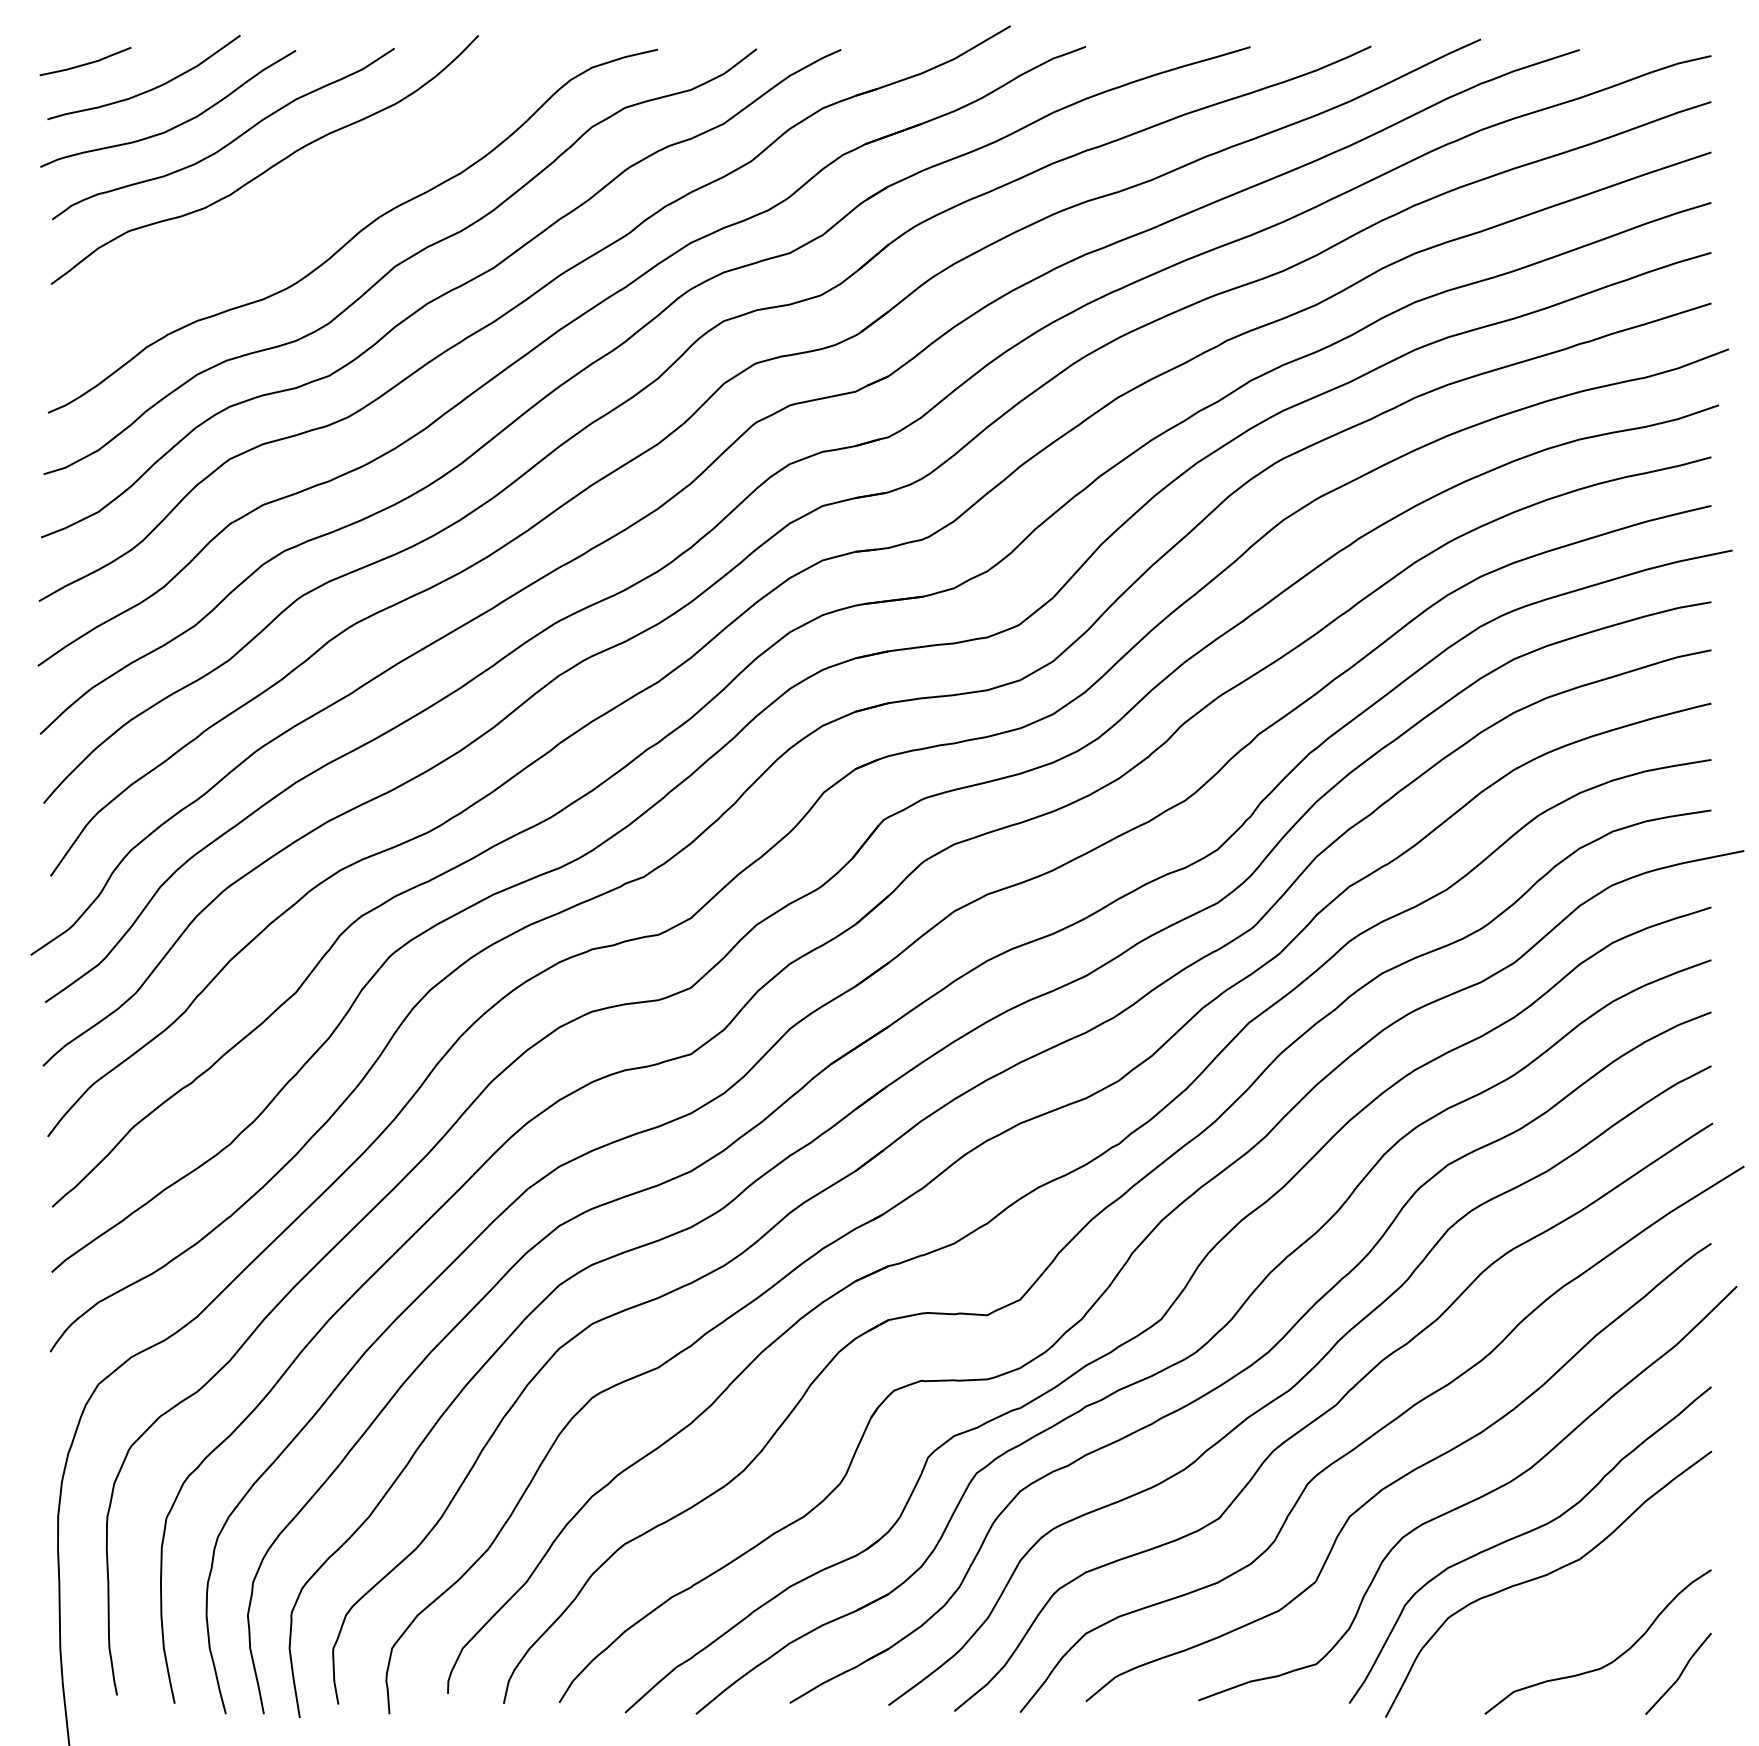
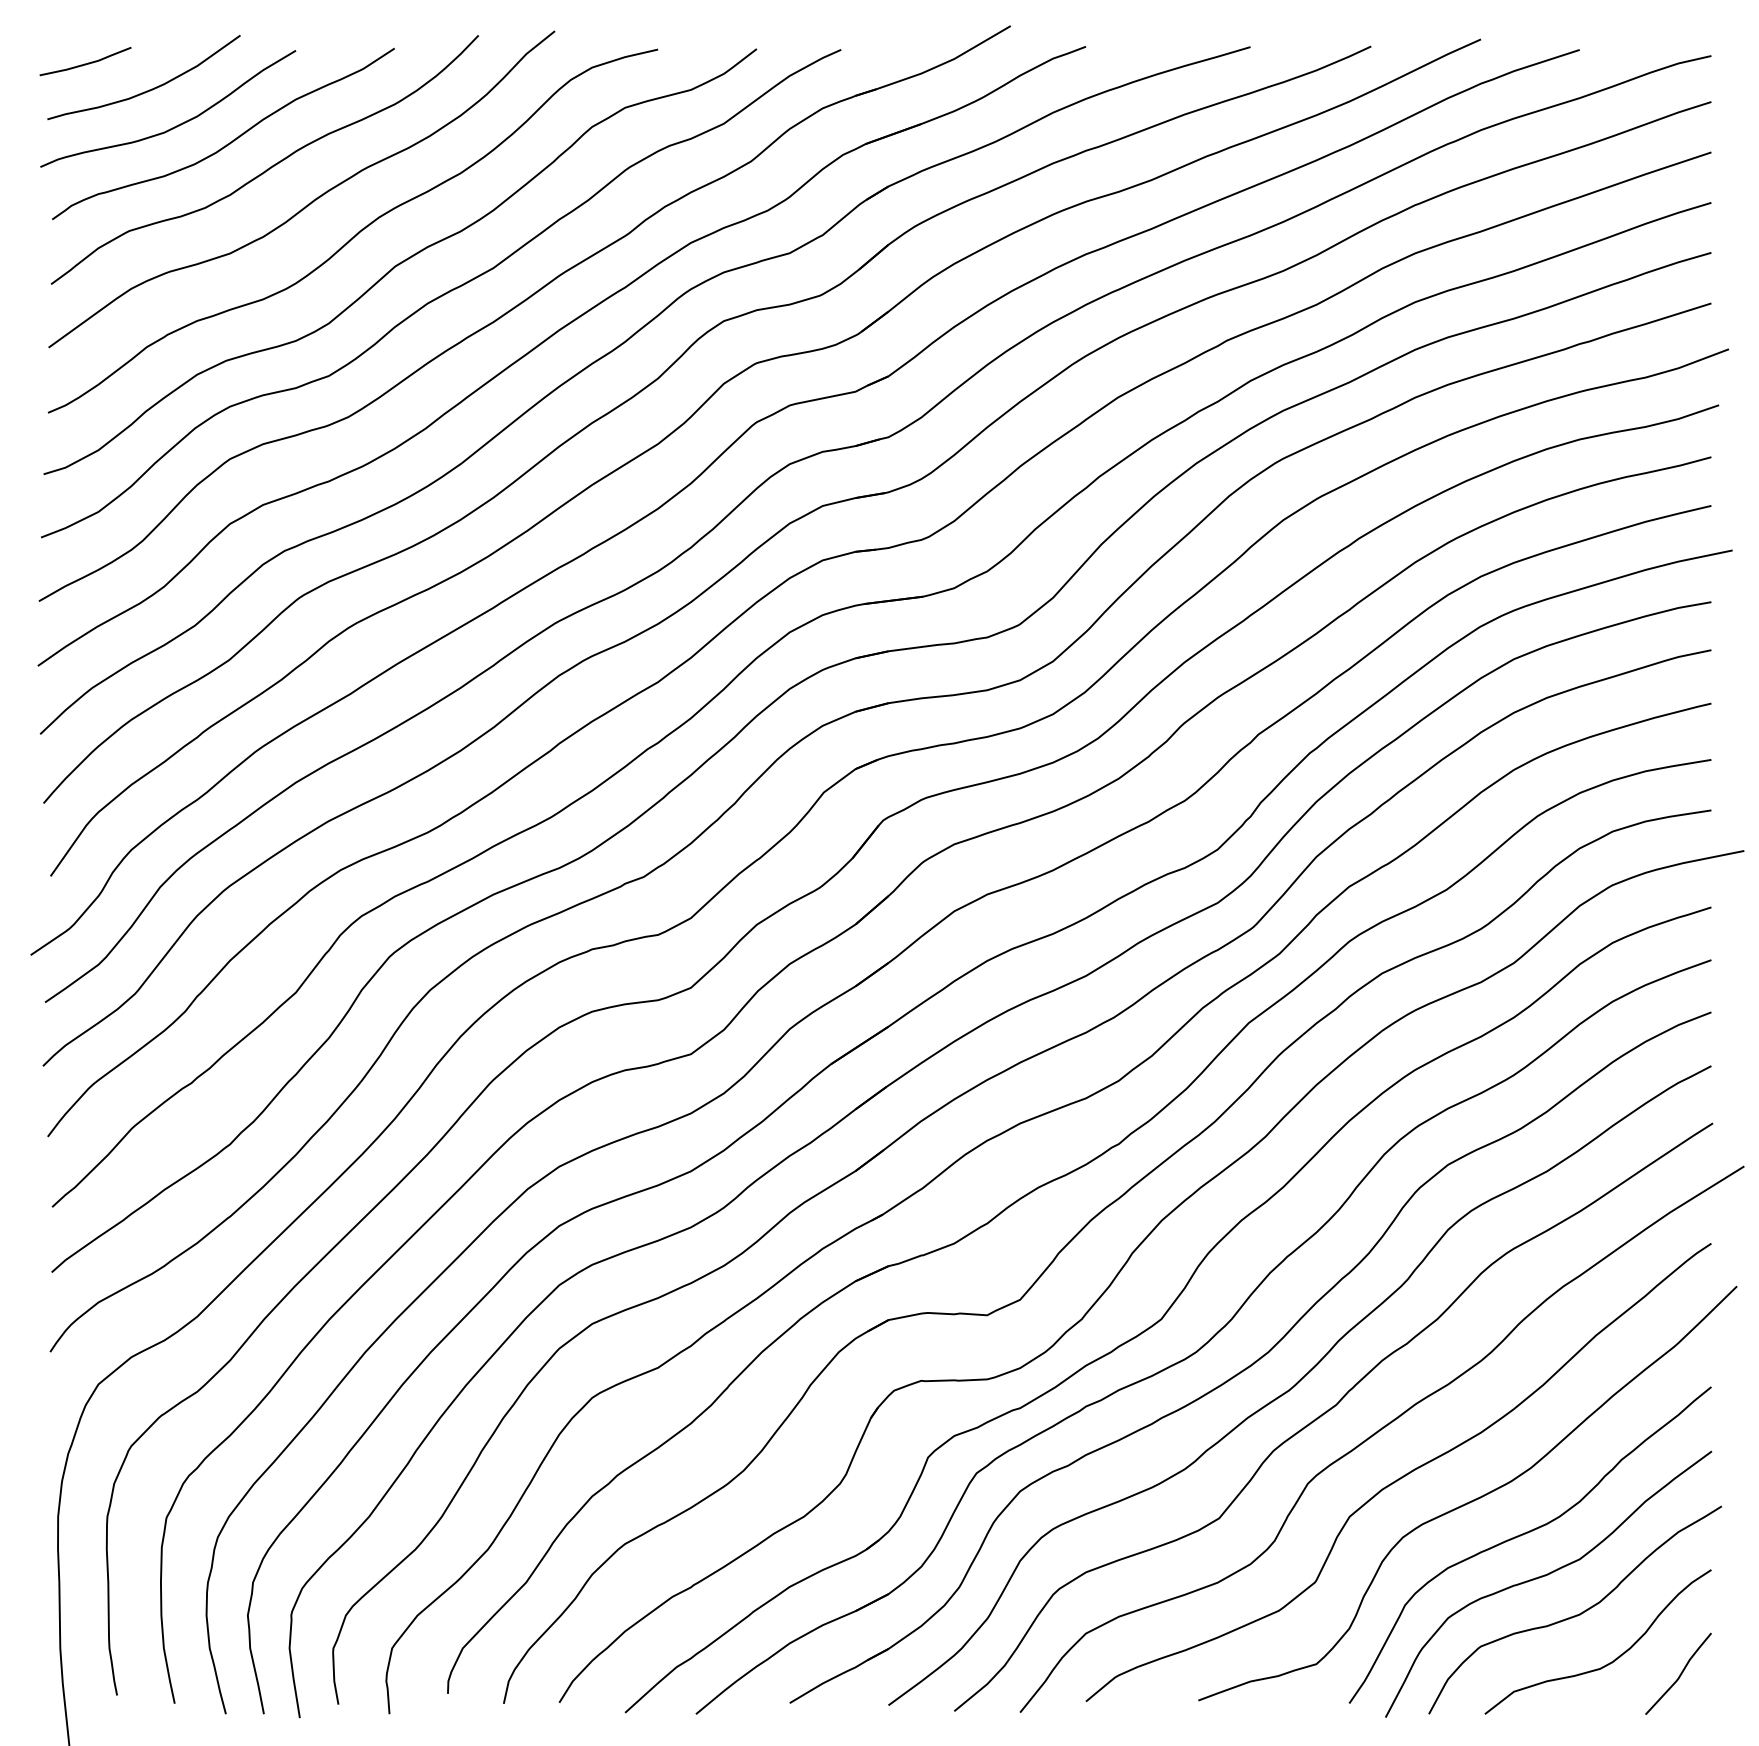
curve at (312, 200): none -> present
curve at (1576, 1614): none -> present
